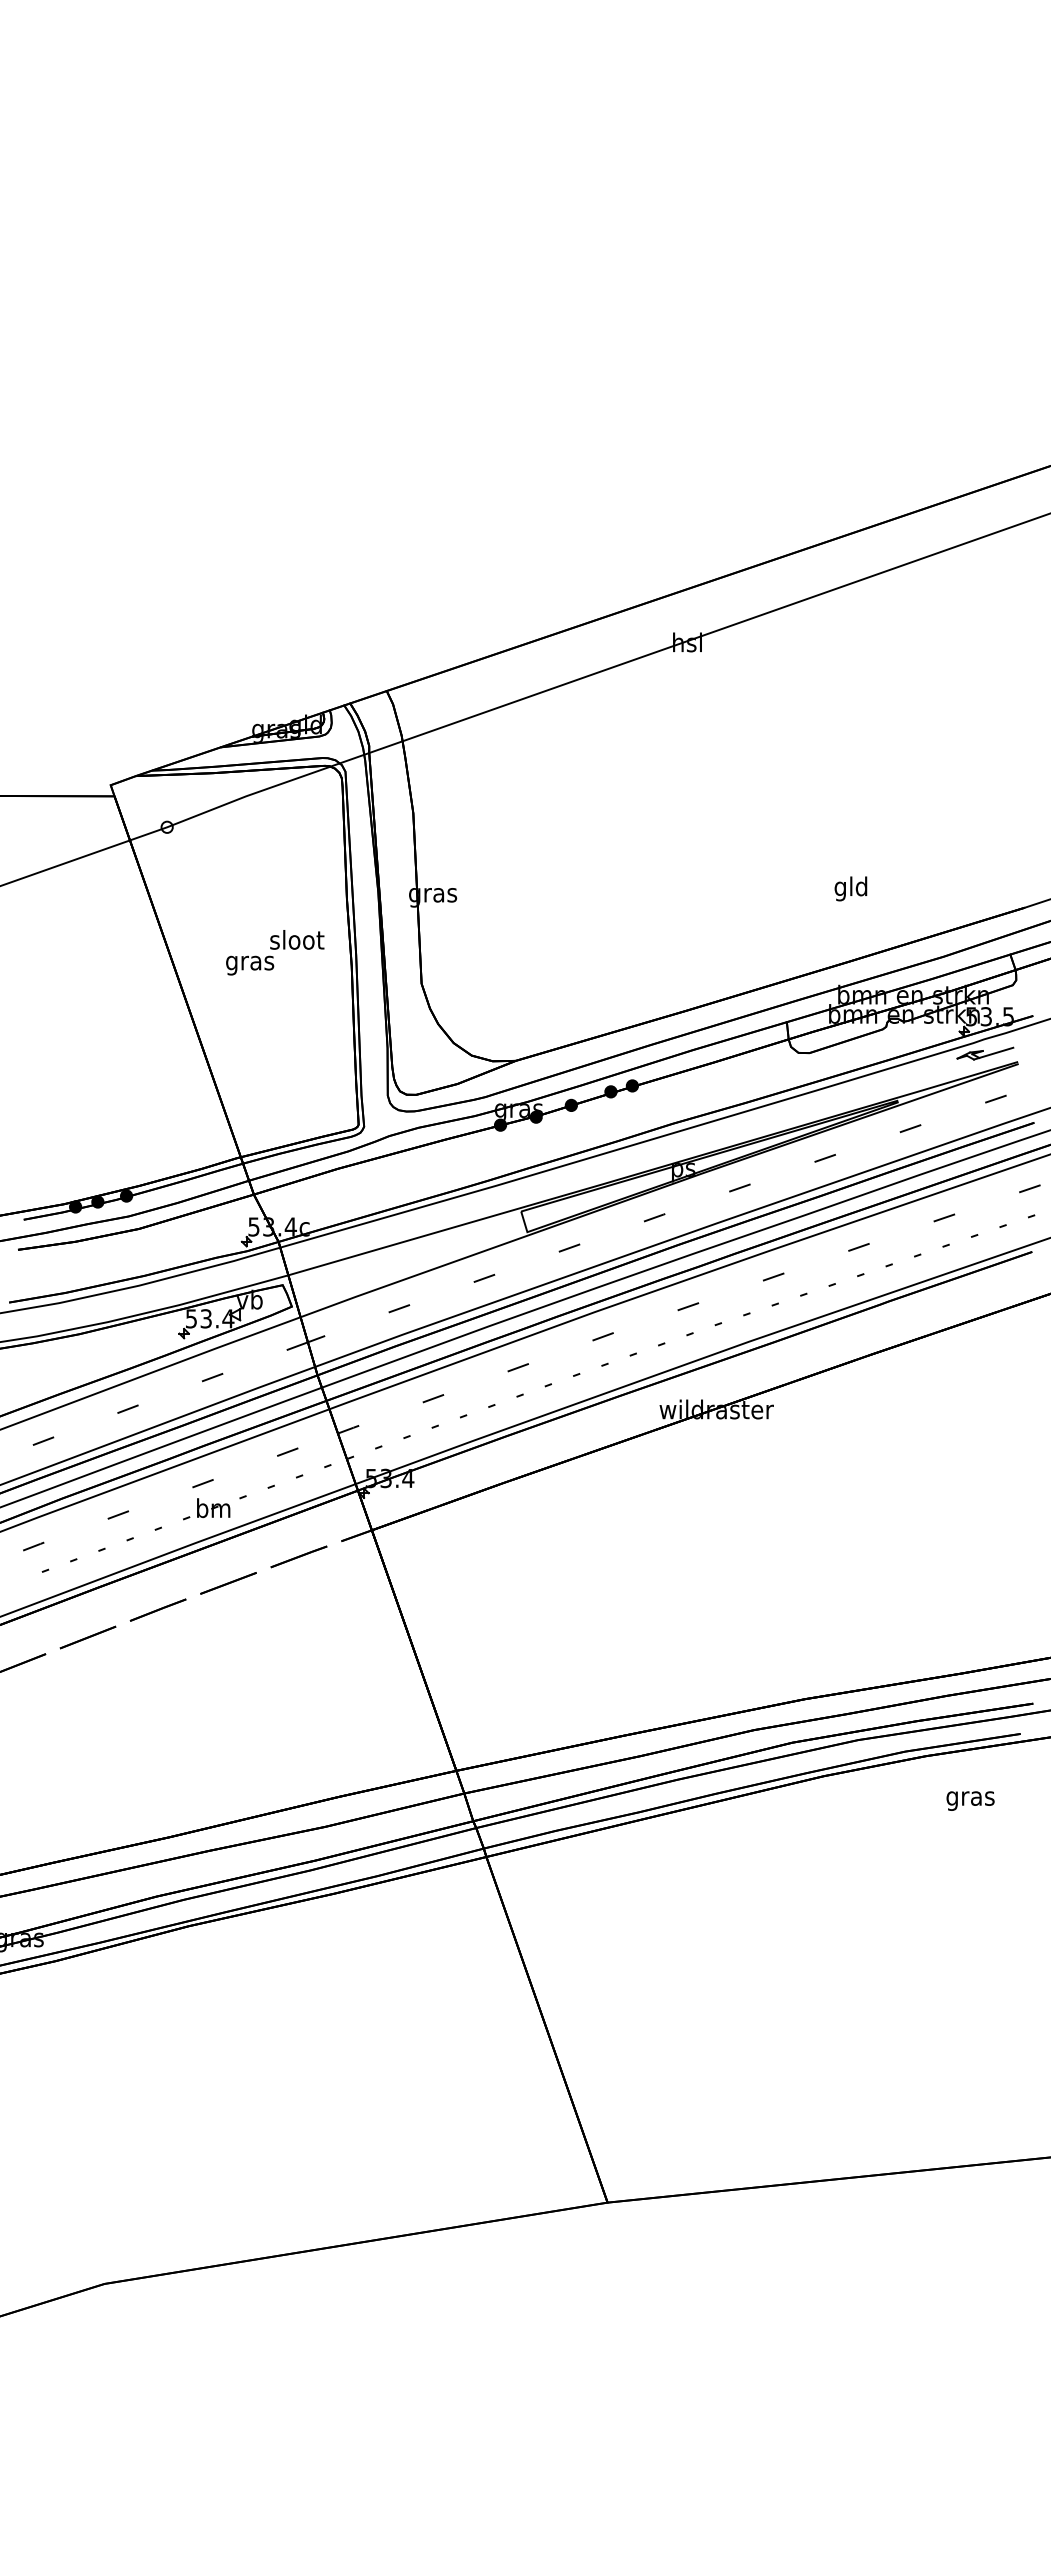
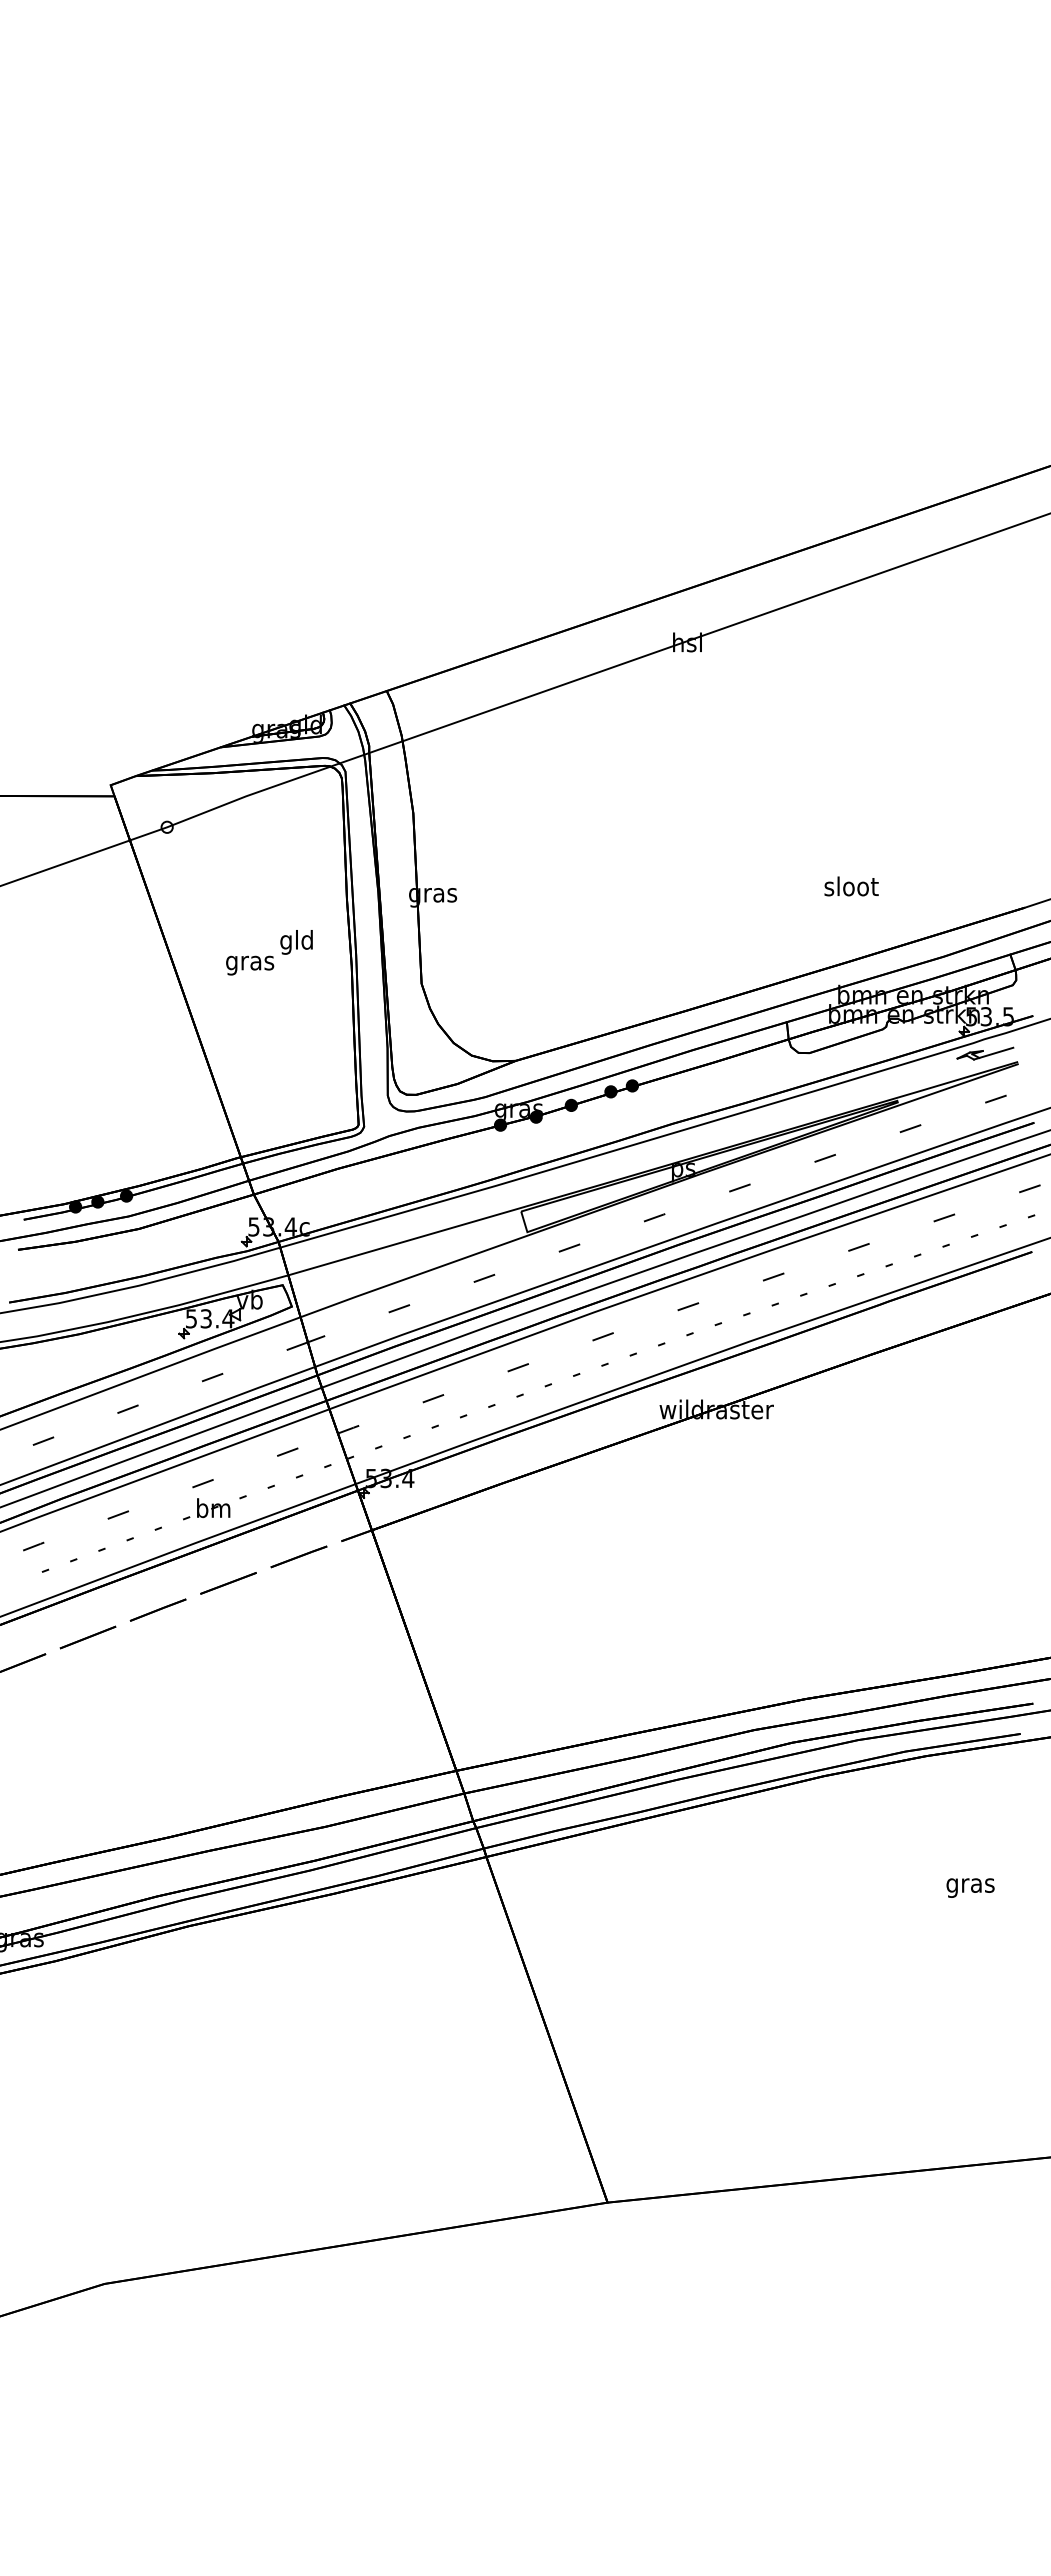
text at (851, 888): gld -> sloot
text at (297, 942): sloot -> gld
text at (970, 1800) position: (970, 1800) -> (970, 1887)
